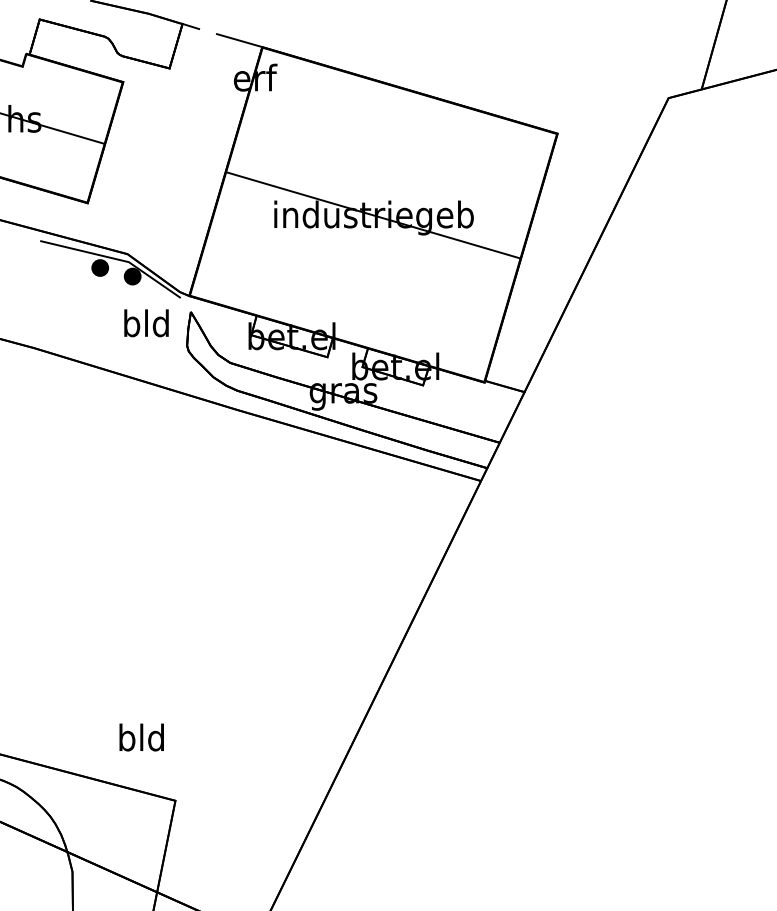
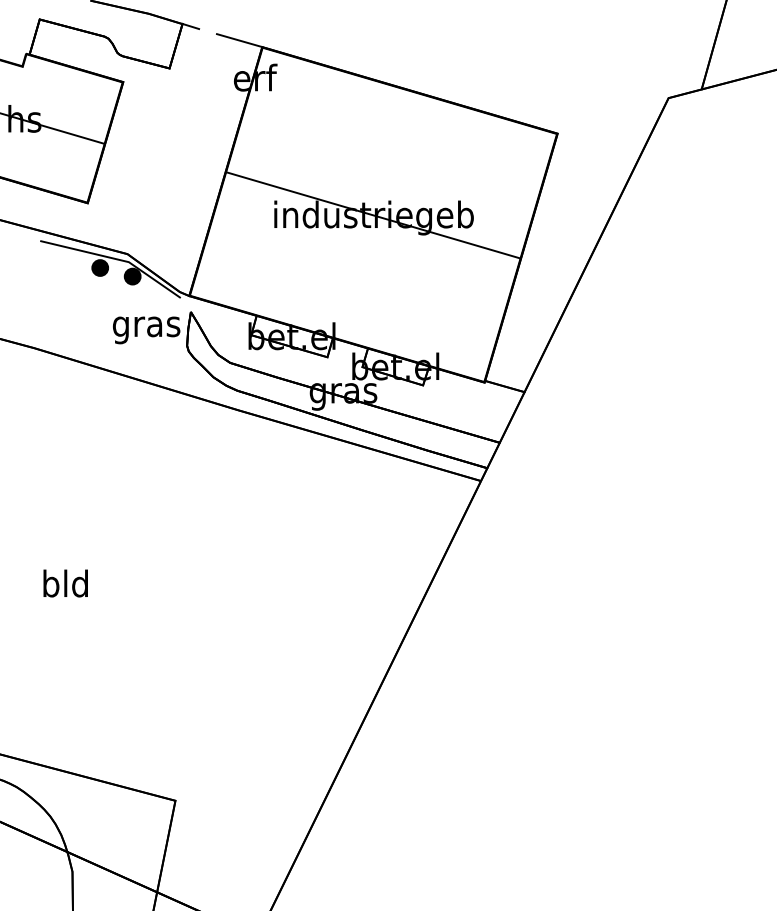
text at (146, 326): bld -> gras
text at (141, 737) position: (141, 737) -> (65, 583)
